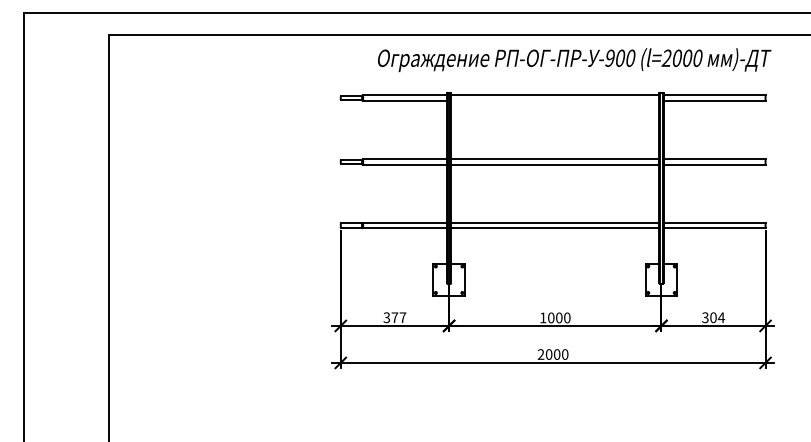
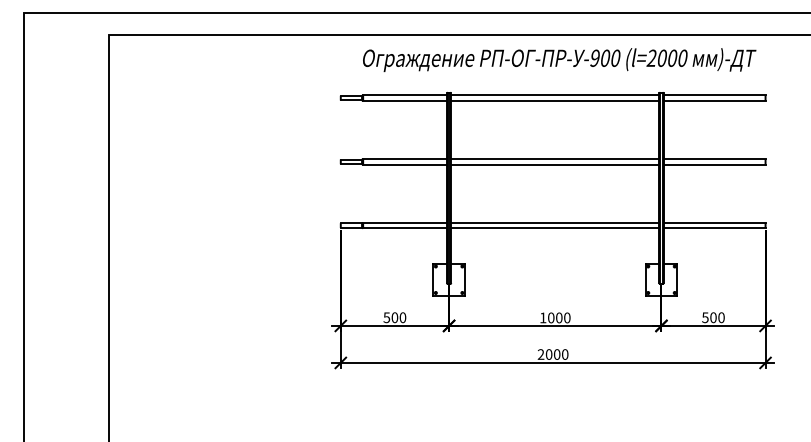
text at (574, 60) position: (574, 60) -> (559, 60)
line at (555, 100): none -> present
text at (395, 317): 377 -> 500
text at (713, 317): 304 -> 500
